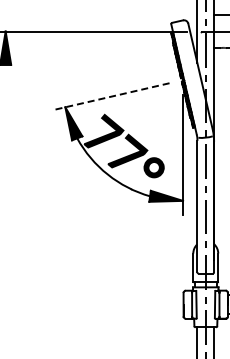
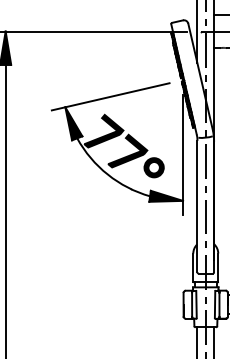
line at (110, 96): dashed -> solid
line at (5, 209): none -> present
